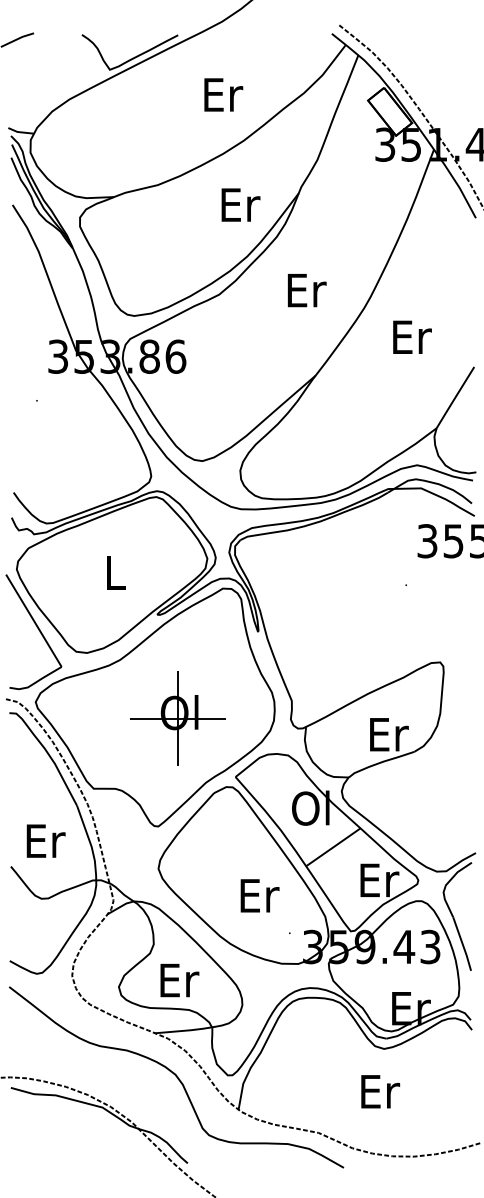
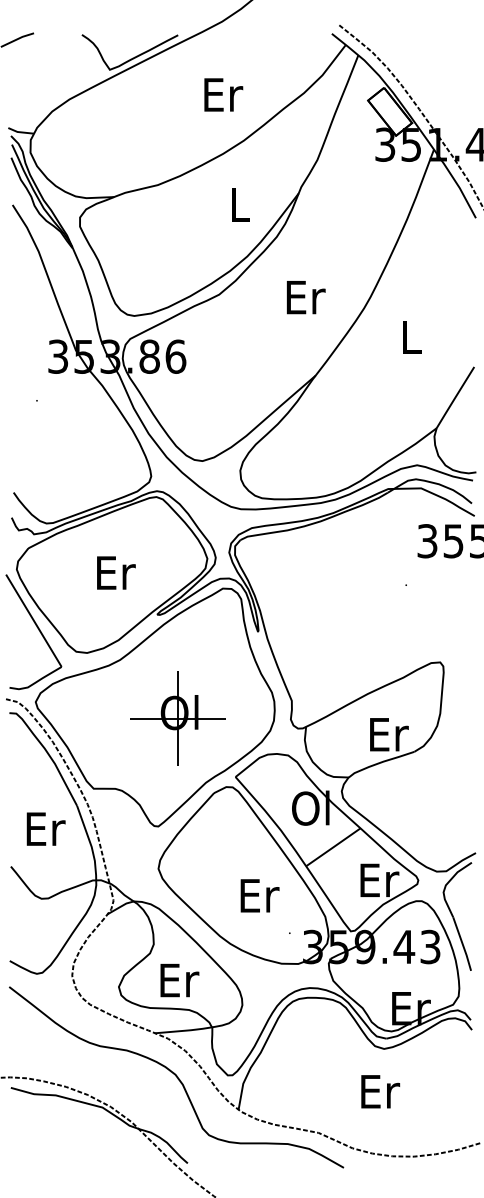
text at (240, 204): Er -> L
text at (307, 290) position: (307, 290) -> (306, 297)
text at (412, 336): Er -> L
text at (116, 572): L -> Er
text at (45, 840) position: (45, 840) -> (45, 828)
